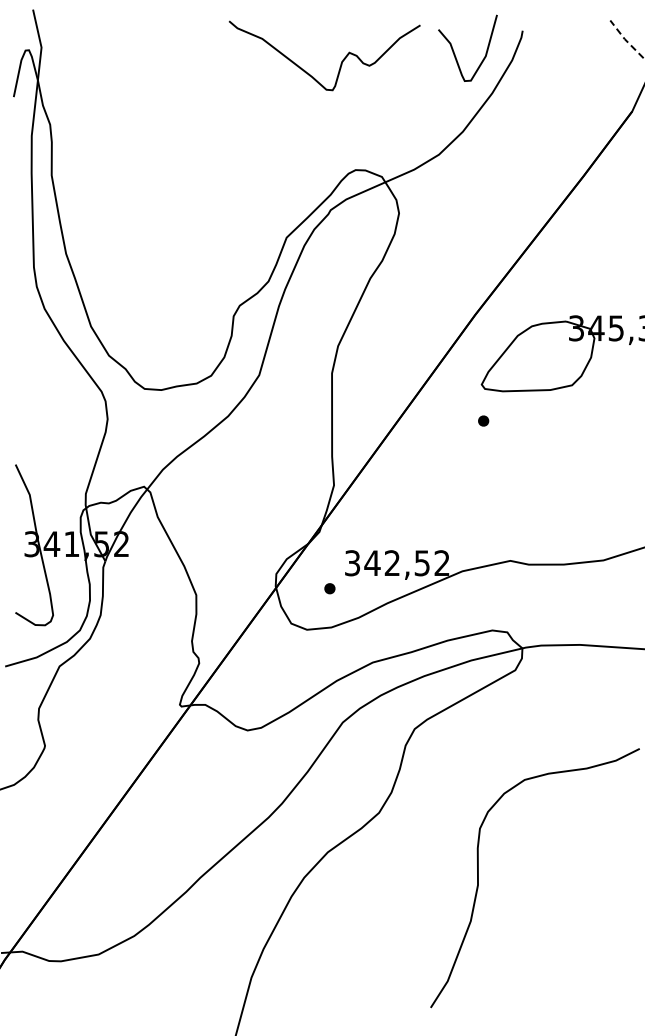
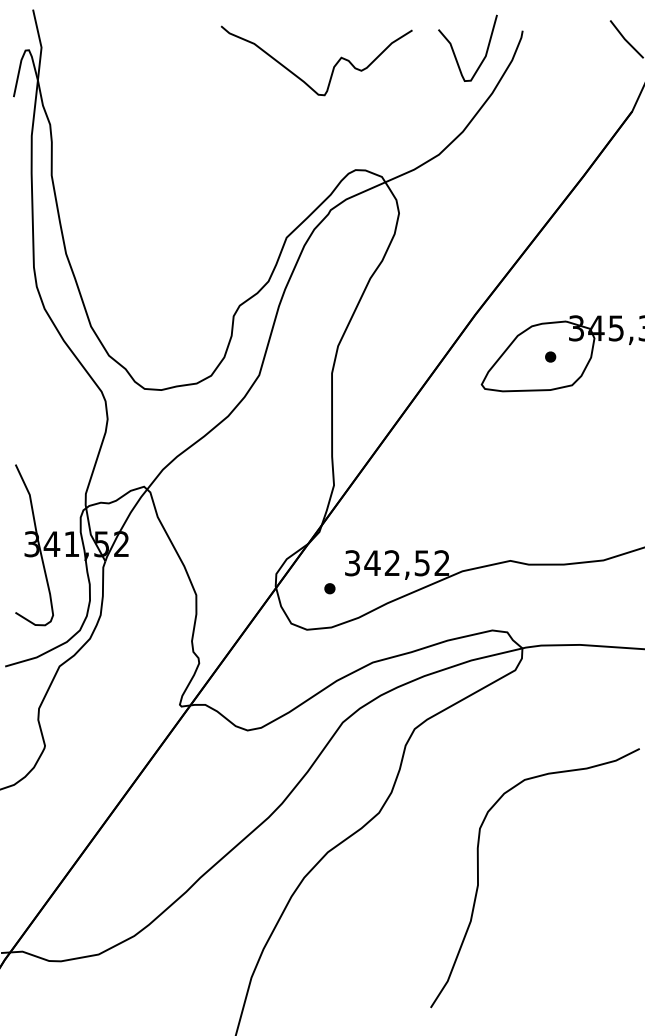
line at (625, 39): dashed -> solid
curve at (340, 63) position: (340, 63) -> (332, 68)
part at (483, 420) position: (483, 420) -> (550, 356)
